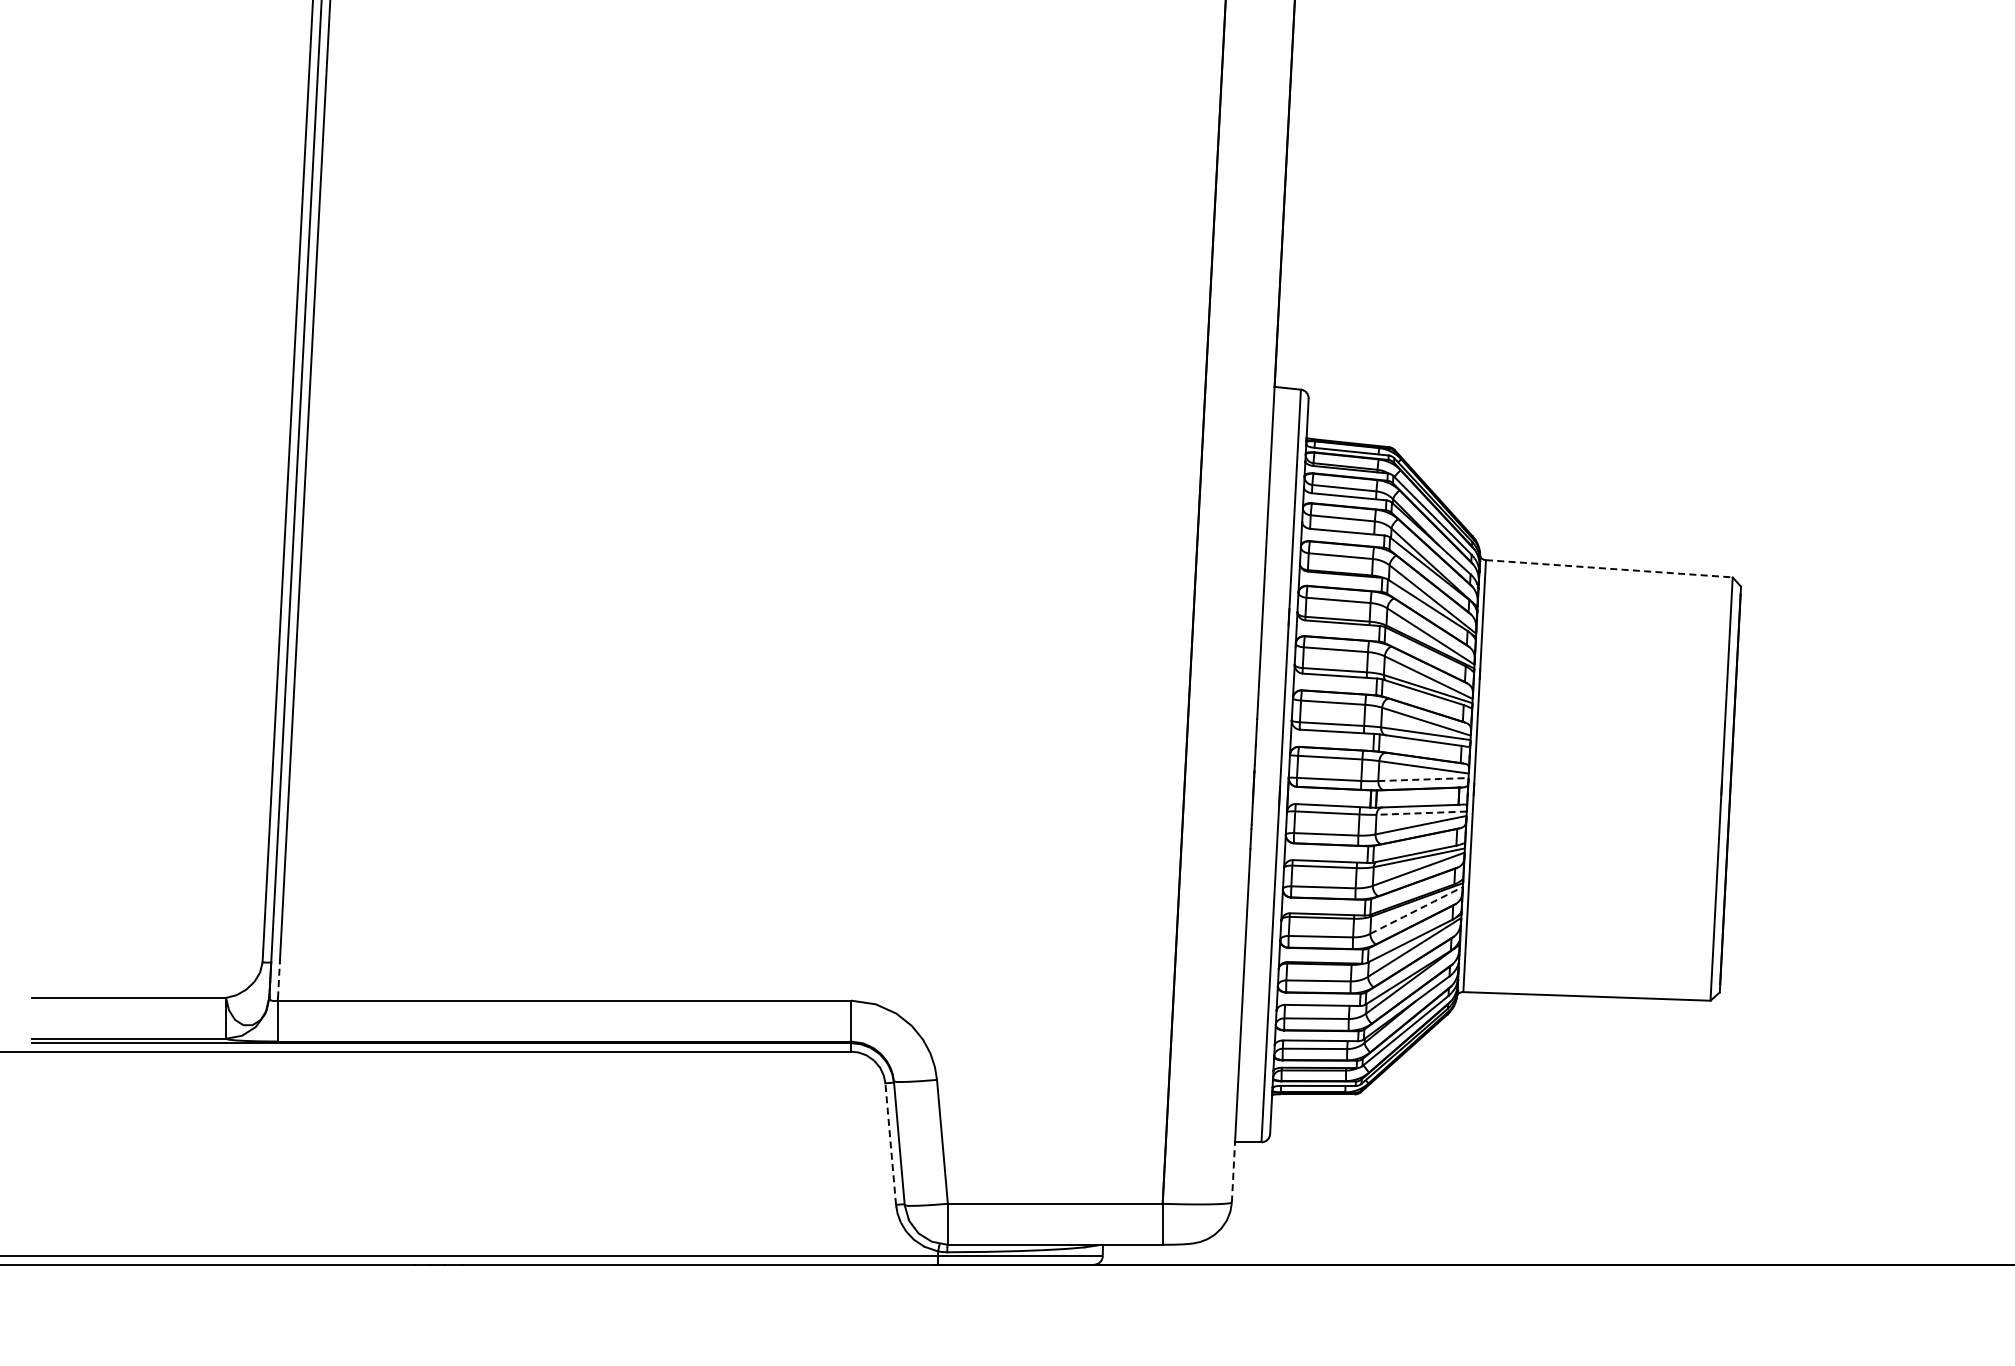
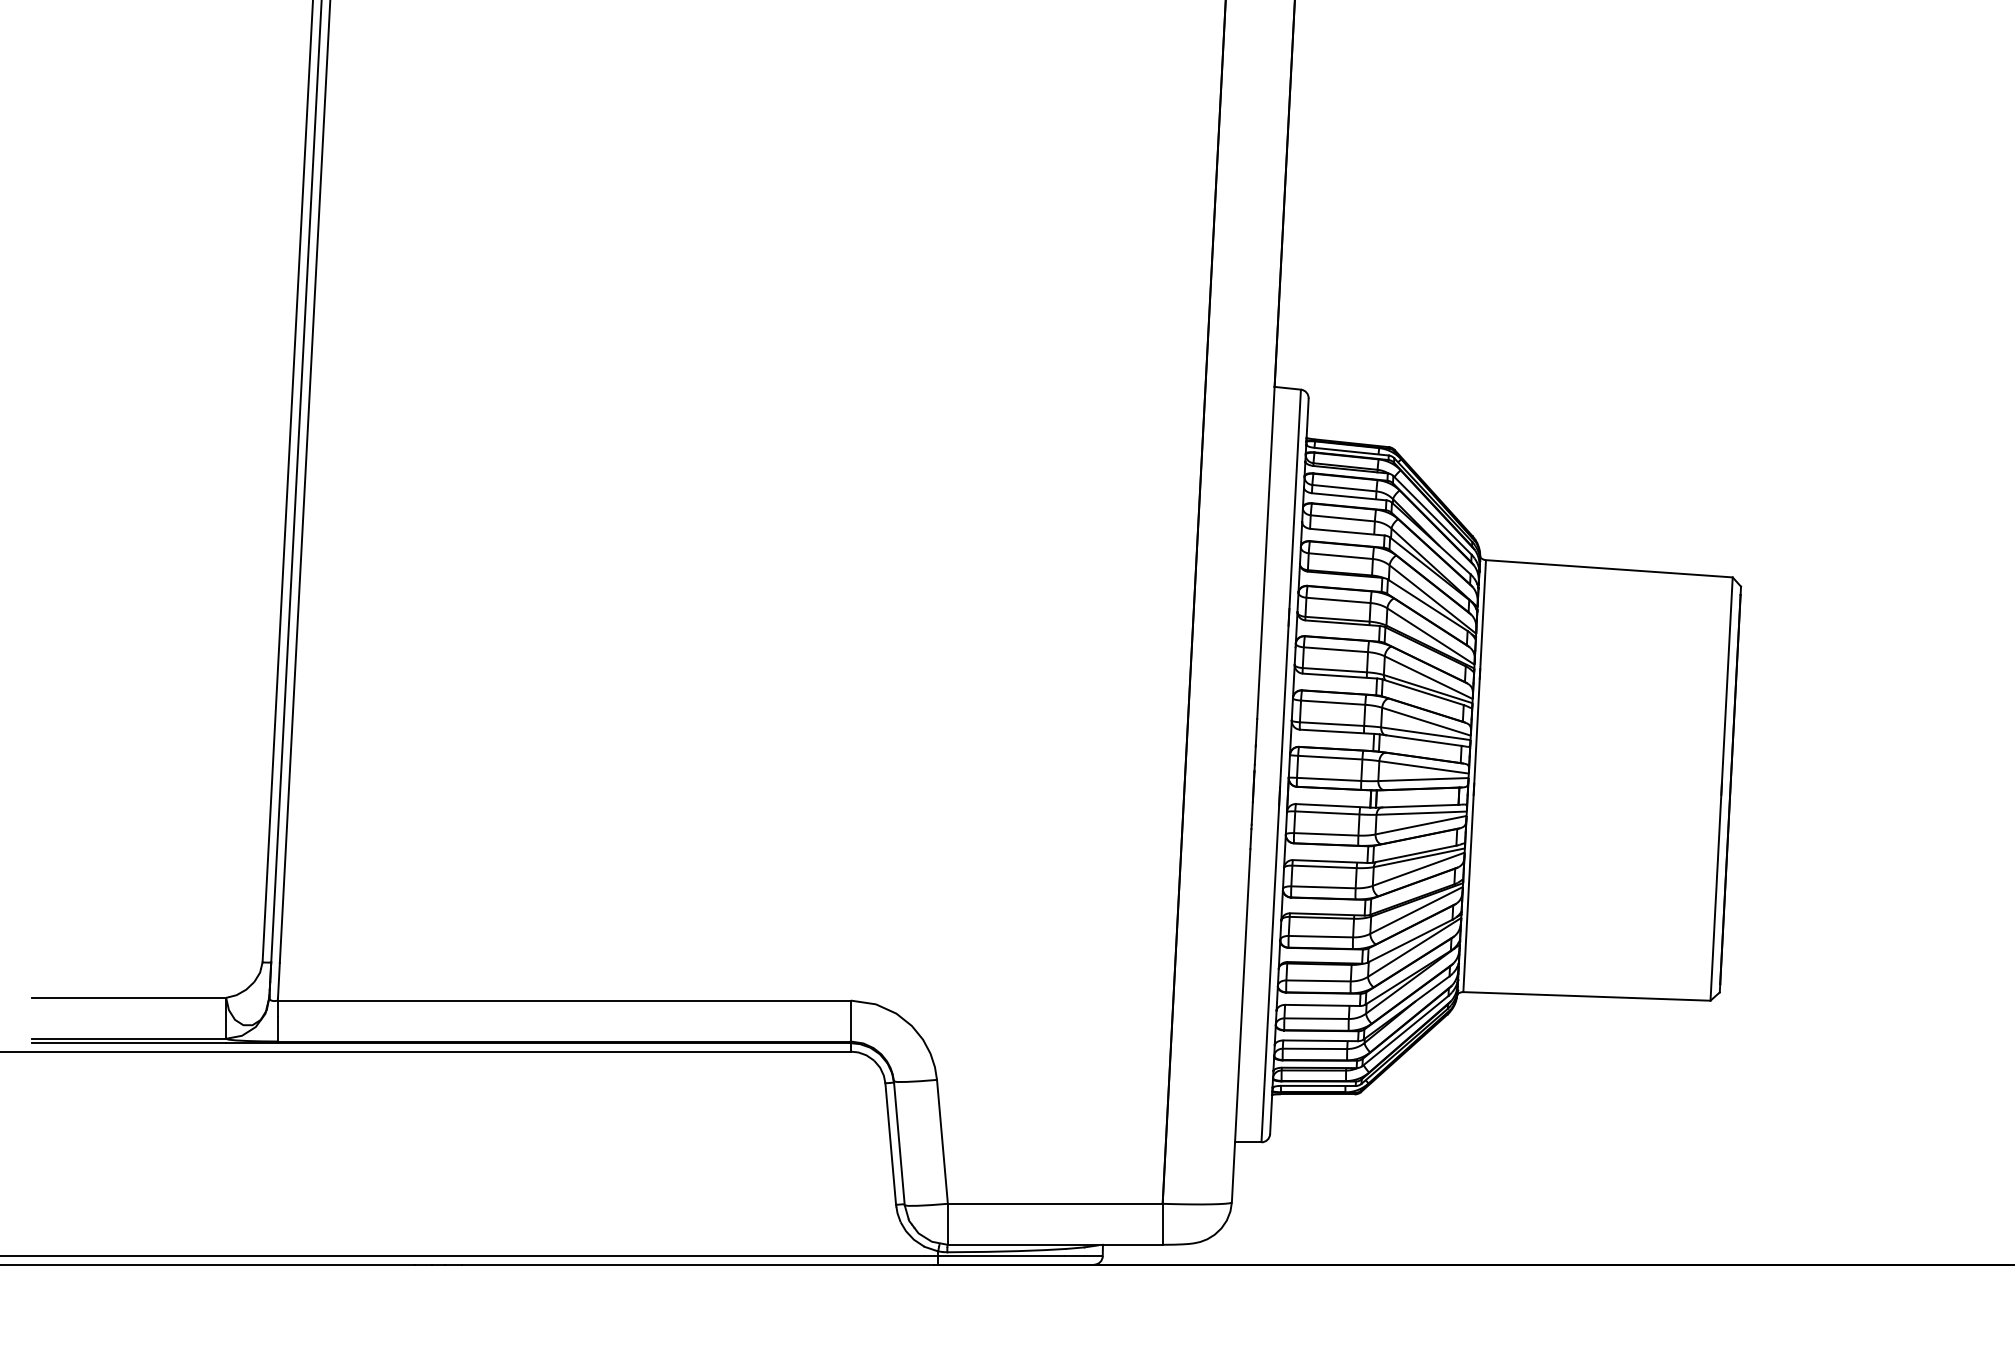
line at (1609, 568): dashed -> solid
line at (1423, 779): dashed -> solid
line at (1421, 813): dashed -> solid
line at (1416, 910): dashed -> solid
line at (278, 980): dashed -> solid
line at (890, 1143): dashed -> solid
line at (1233, 1171): dashed -> solid
